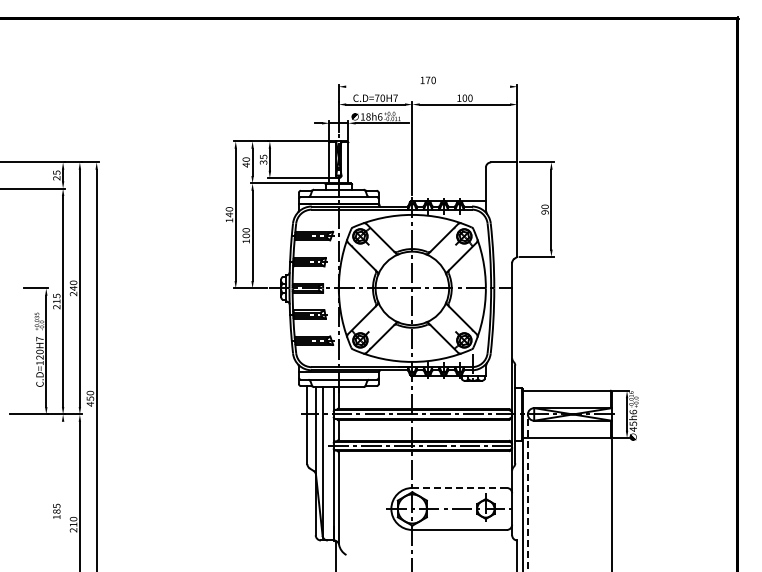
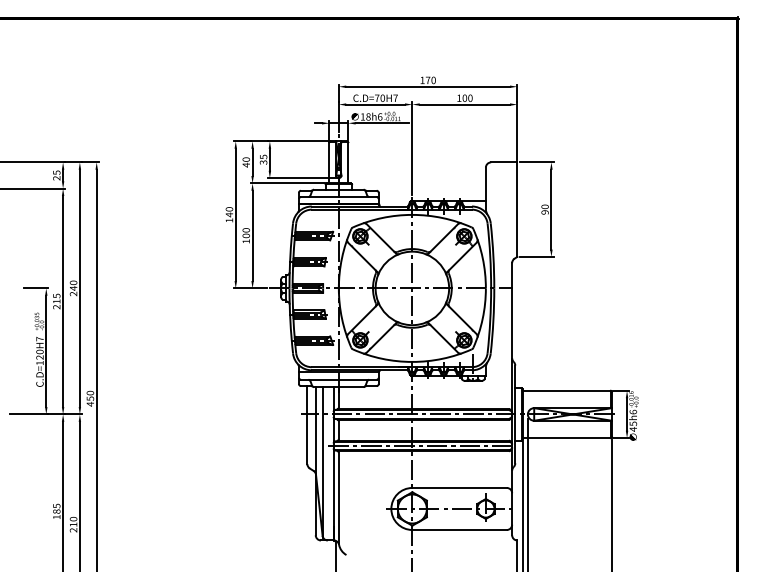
line at (428, 86): none -> present
line at (460, 487): dashed -> solid
line at (63, 494): none -> present
line at (527, 496): dashed -> solid
